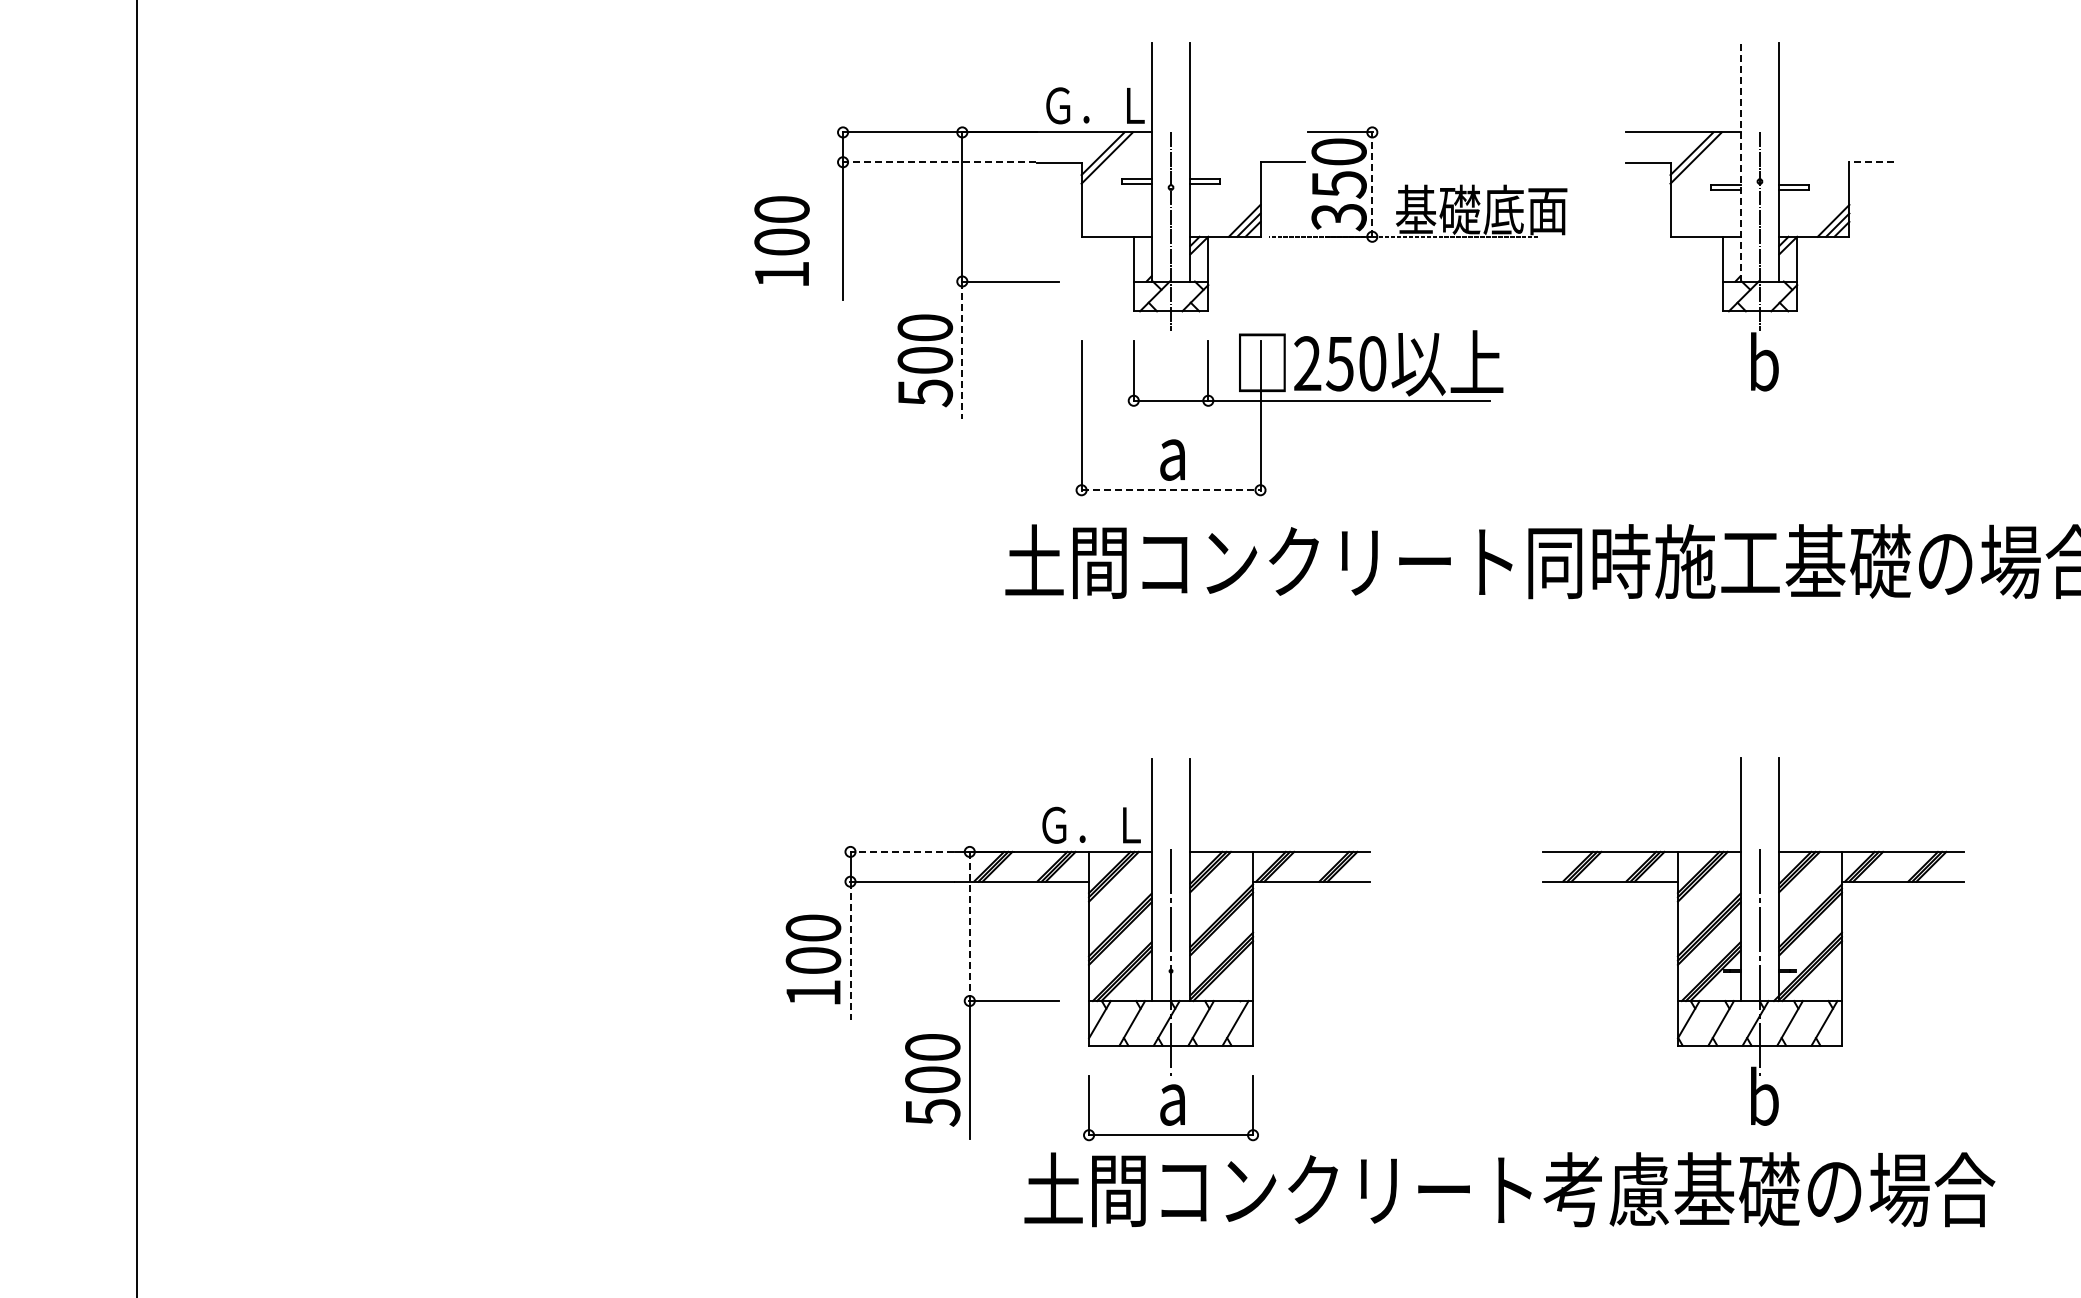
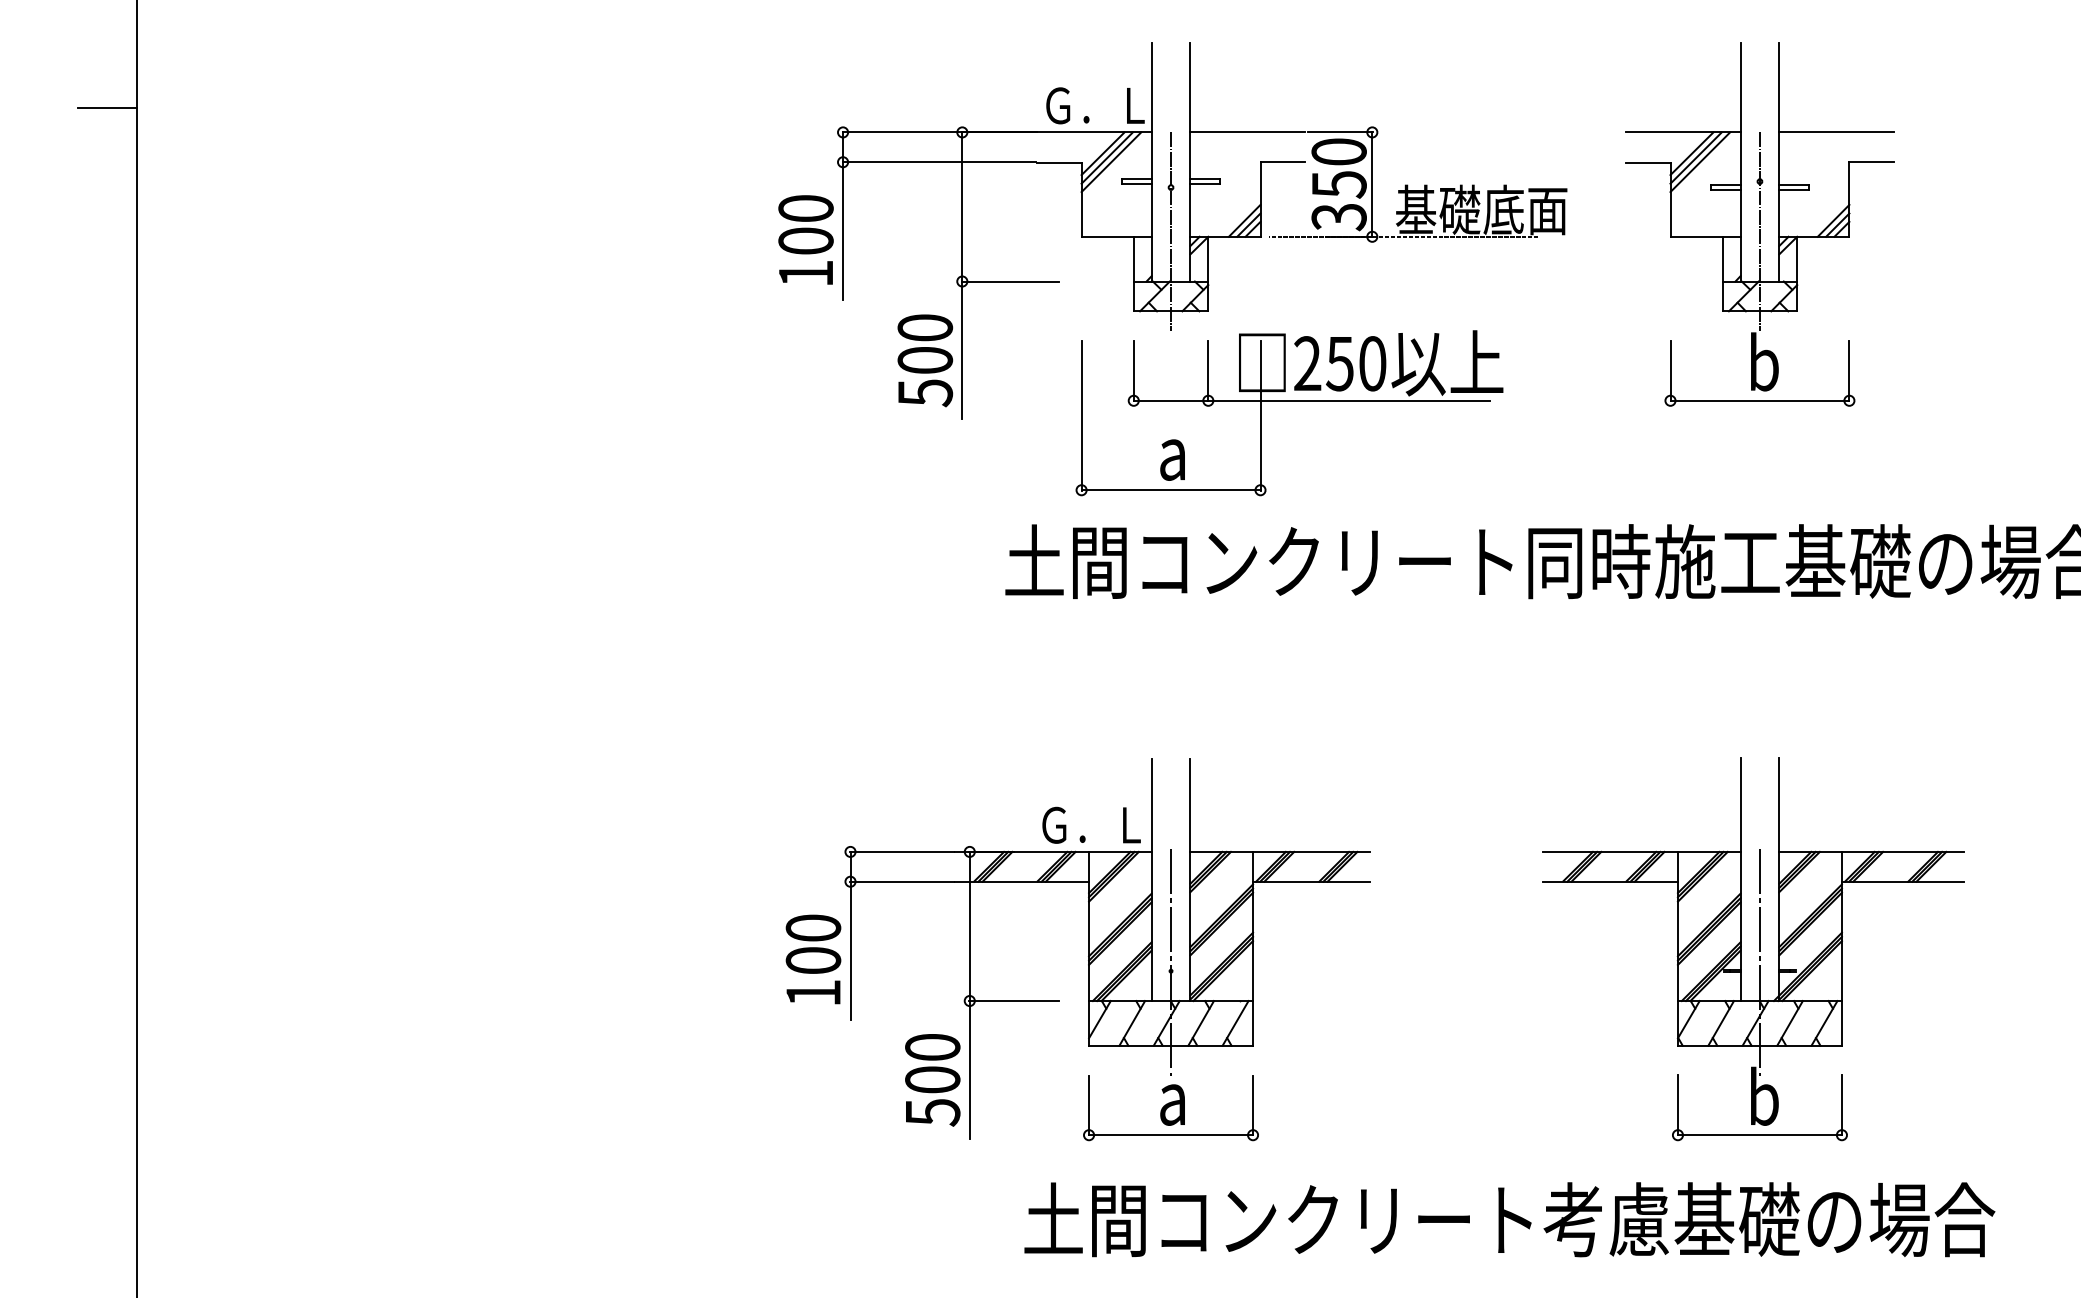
line at (107, 107): none -> present
line at (1247, 132): none -> present
line at (1836, 132): none -> present
line at (1740, 161): dashed -> solid
line at (939, 162): dashed -> solid
line at (1111, 162): none -> present
line at (1700, 162): none -> present
line at (1871, 162): dashed -> solid
line at (1372, 184): dashed -> solid
text at (781, 240) position: (781, 240) -> (805, 239)
line at (962, 350): dashed -> solid
part at (1759, 400): none -> present
line at (1171, 490): dashed -> solid
line at (901, 851): dashed -> solid
line at (969, 926): dashed -> solid
line at (850, 950): dashed -> solid
part at (1759, 1134): none -> present
text at (1509, 1189) position: (1509, 1189) -> (1509, 1219)
